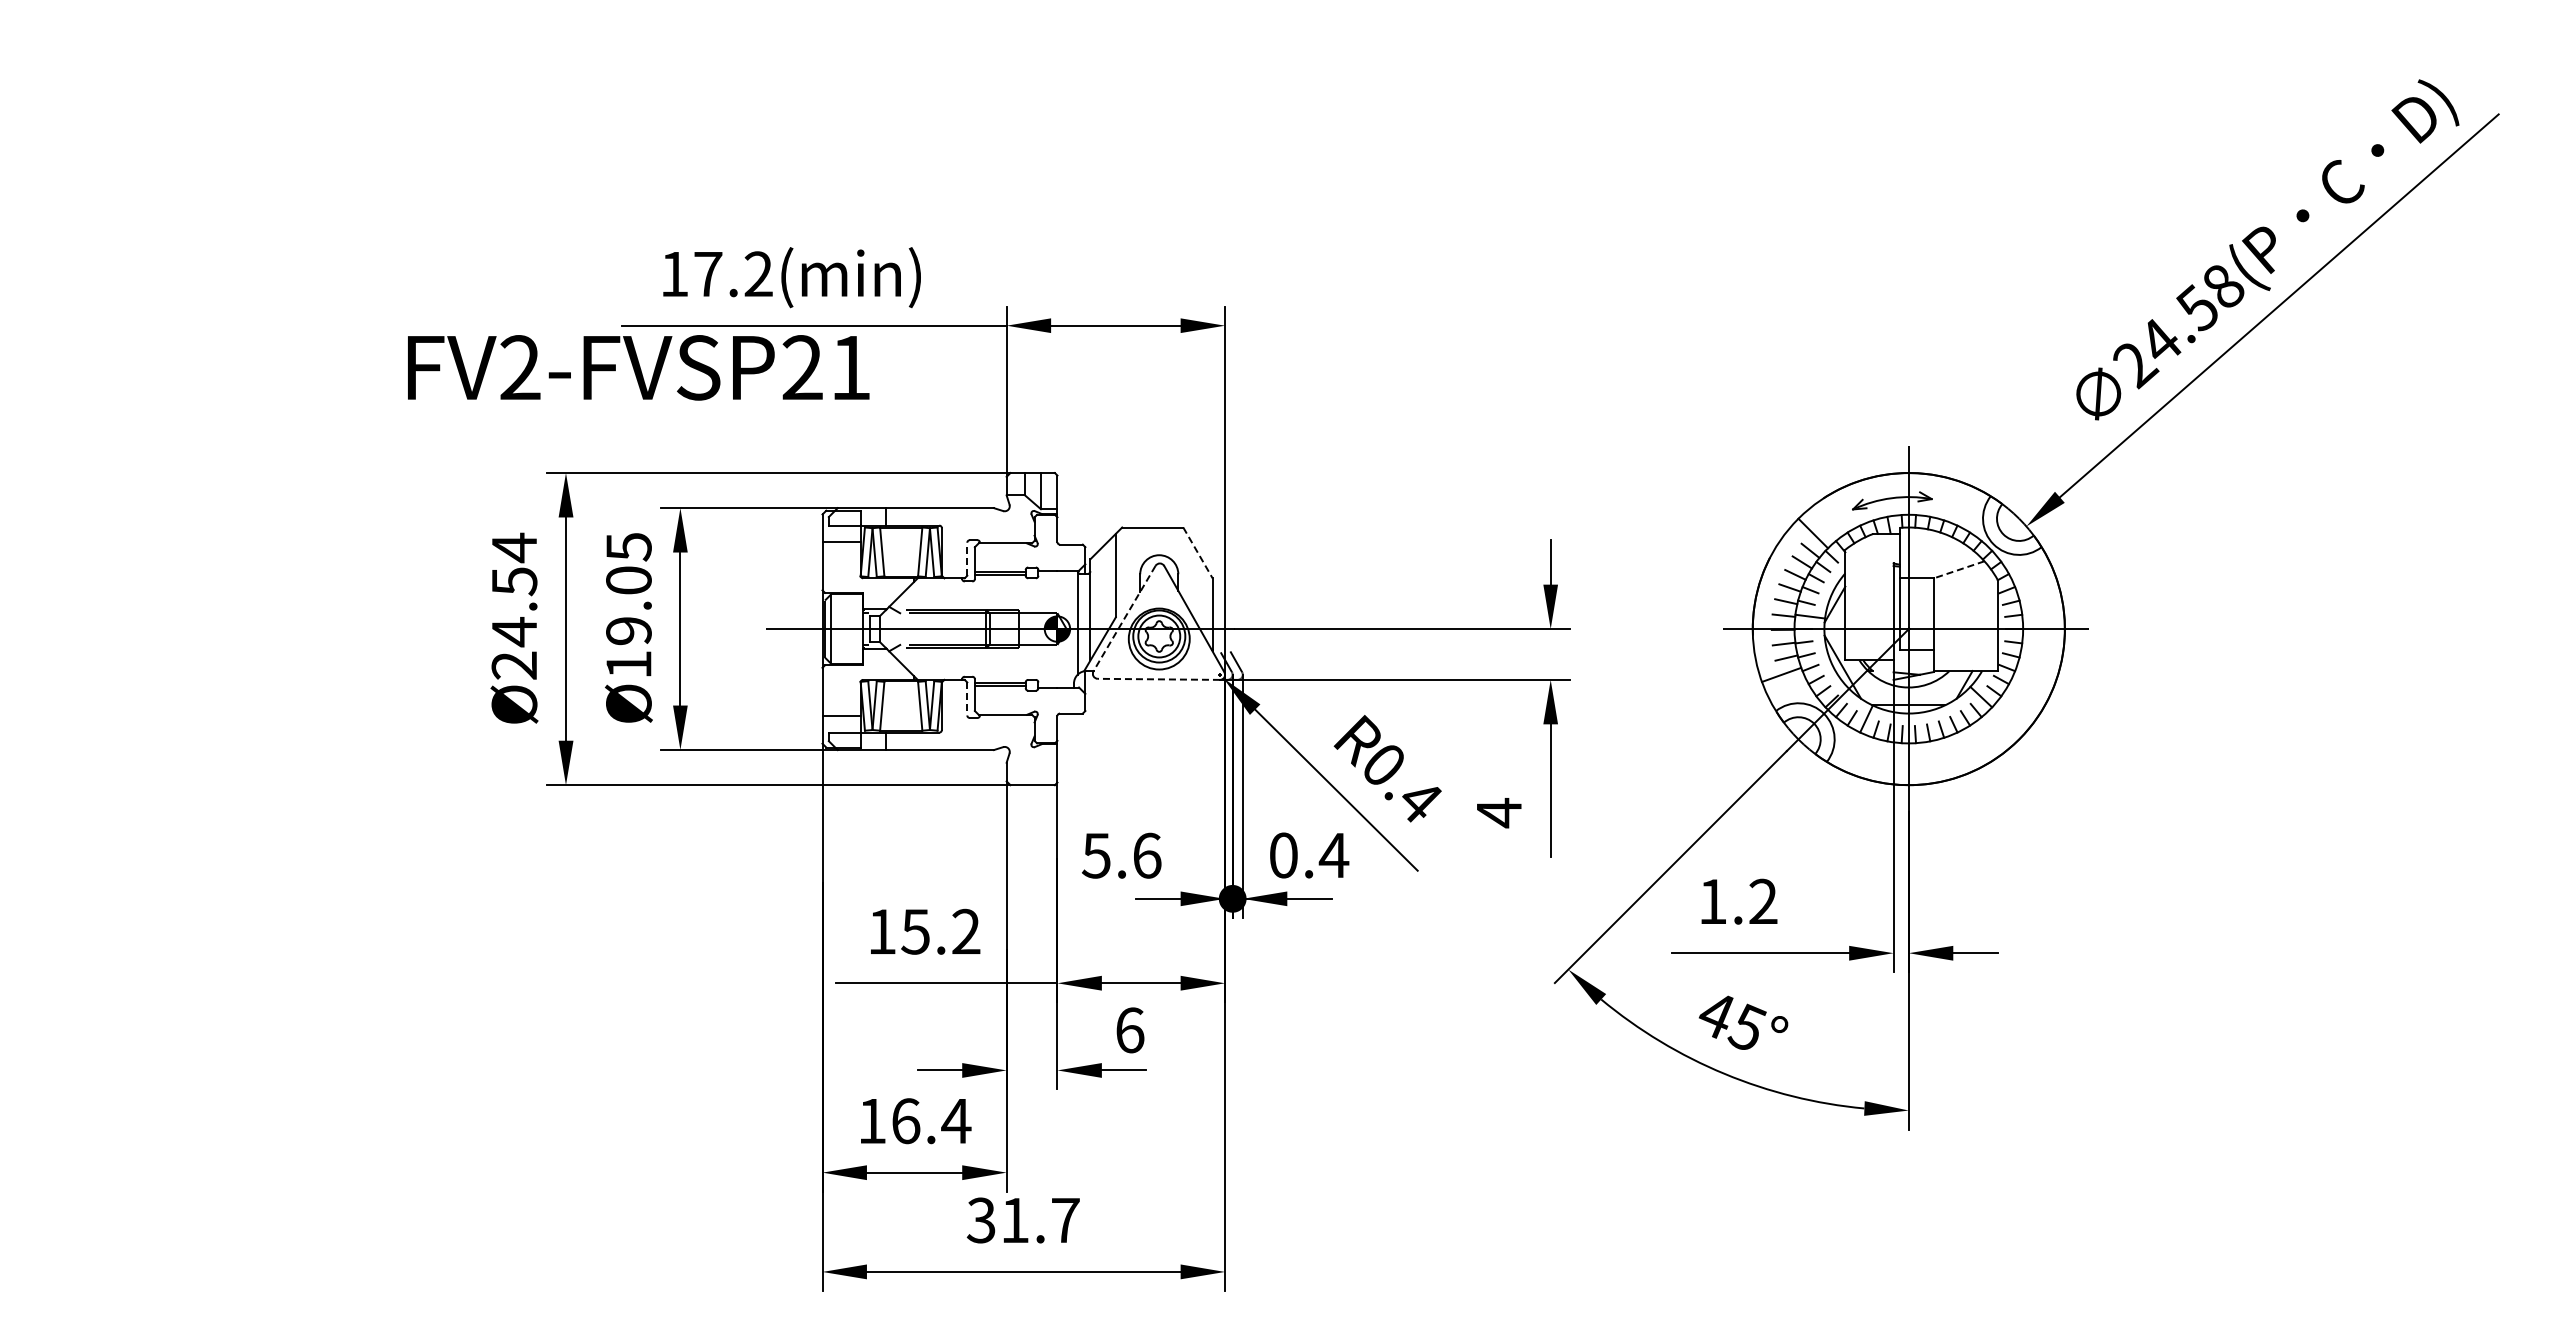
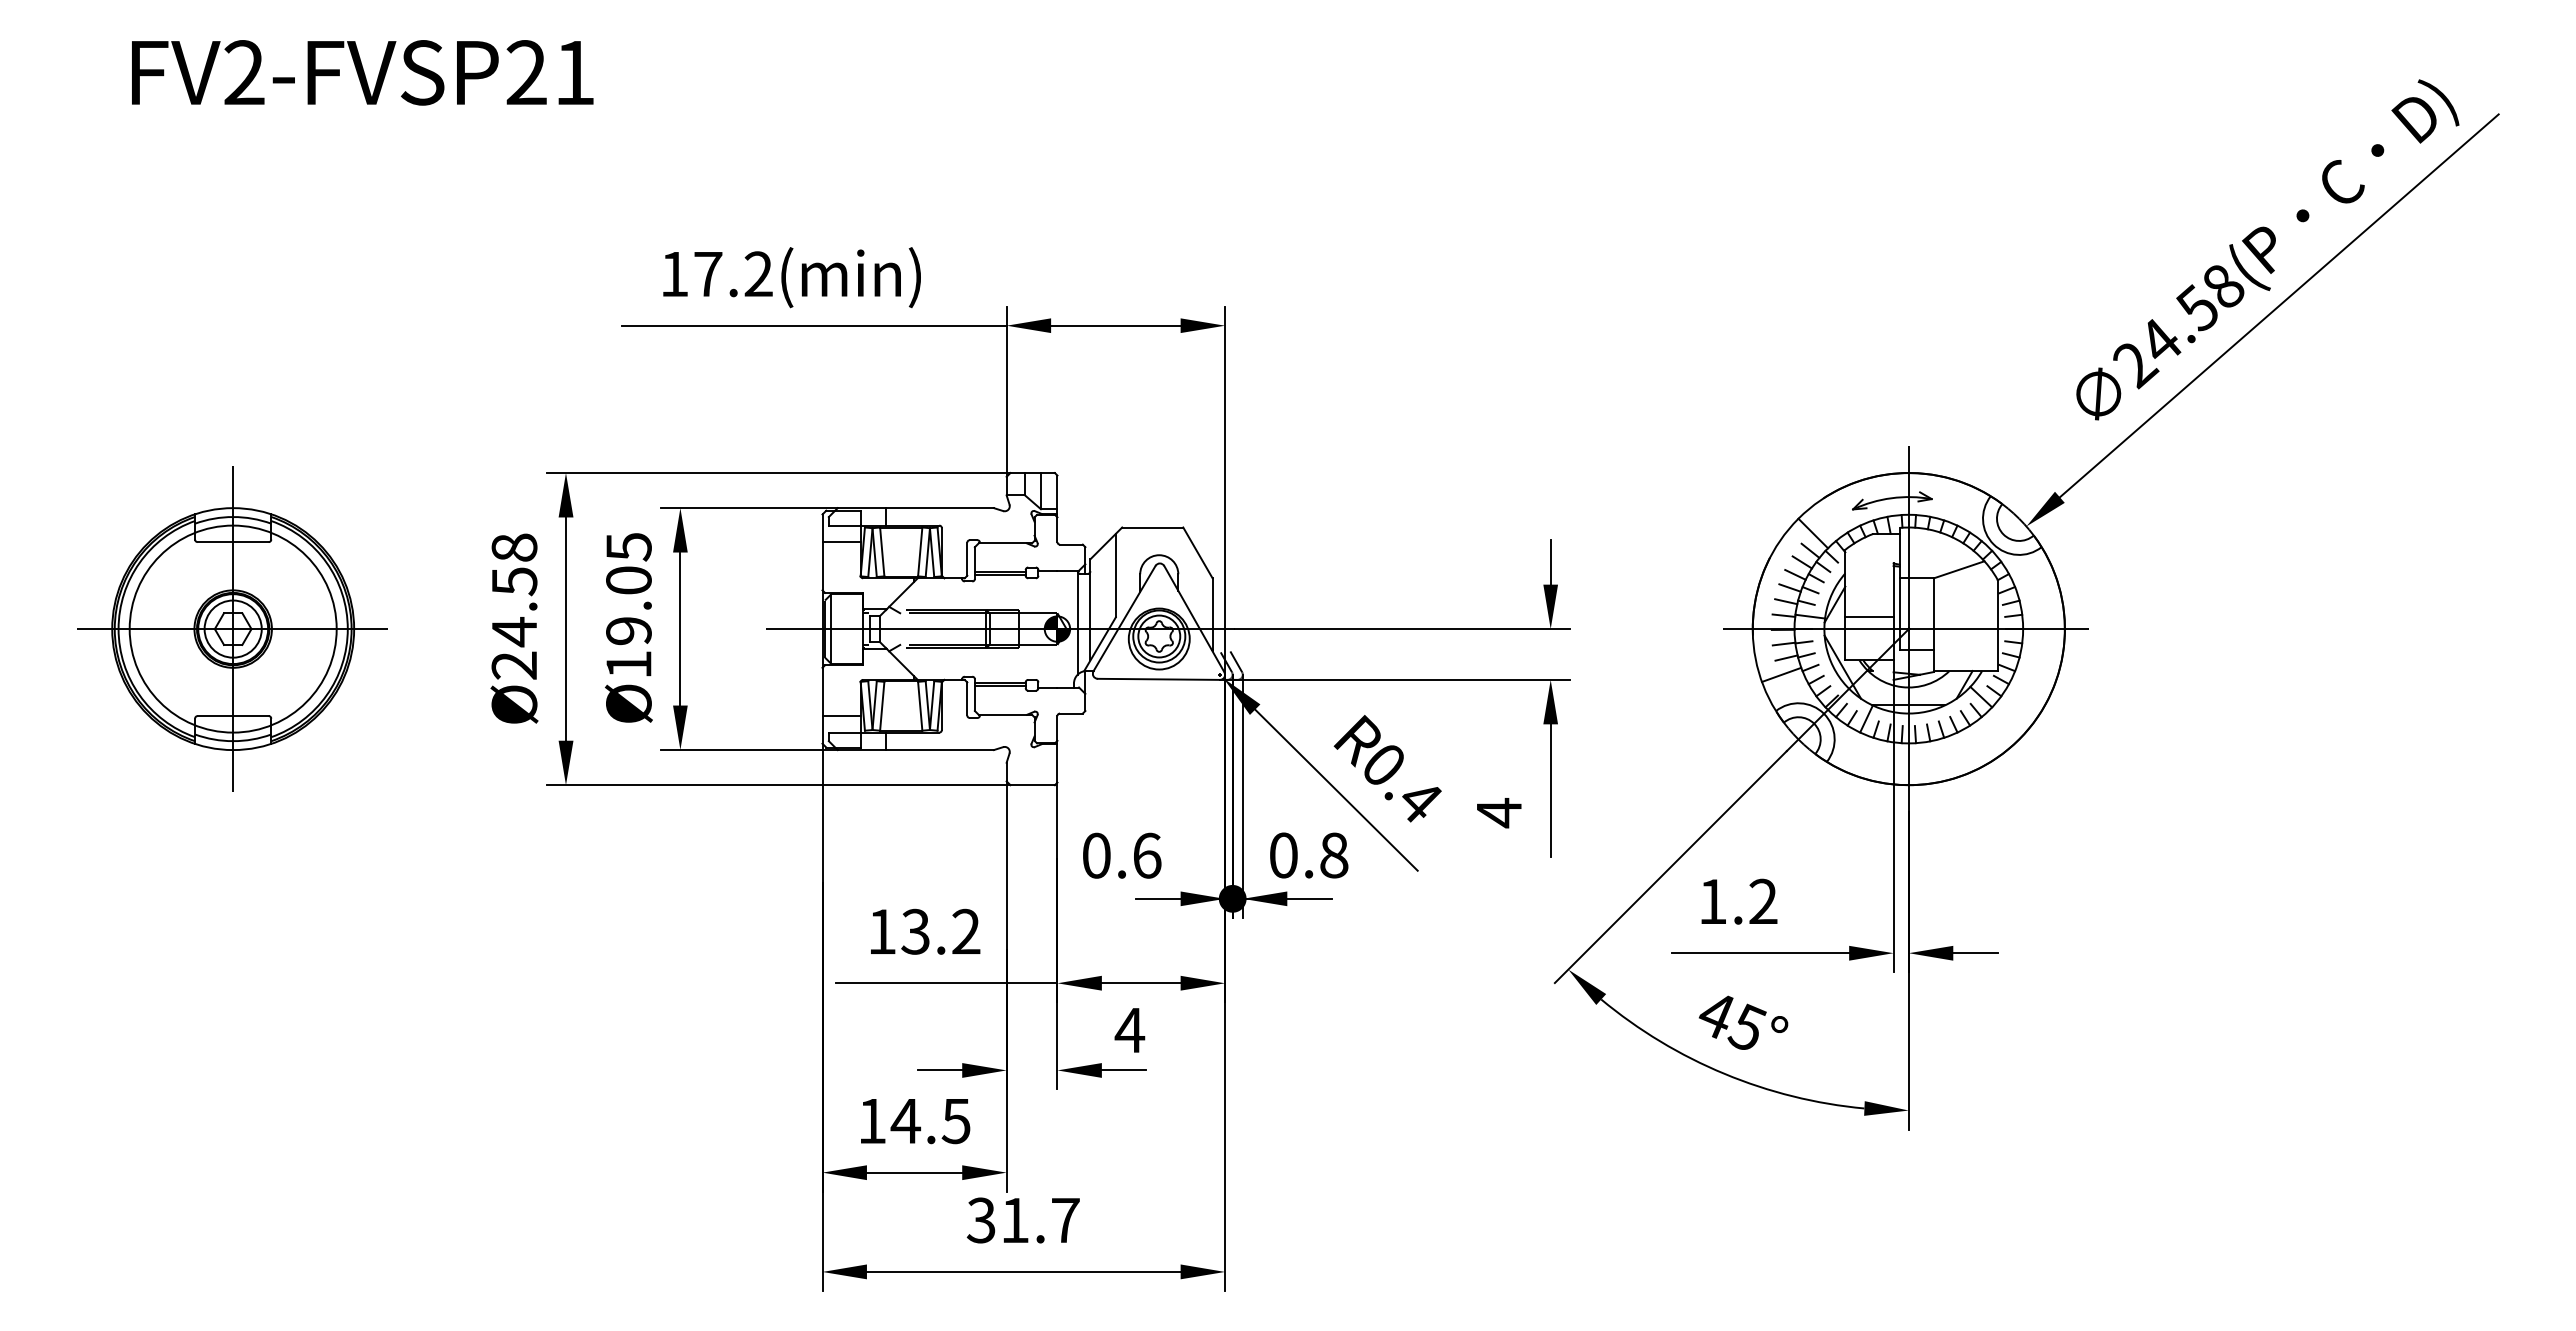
text at (638, 367) position: (638, 367) -> (362, 72)
text at (514, 547): Ø24.54 -> Ø24.58
line at (1198, 553): dashed -> solid
line at (967, 559): dashed -> solid
line at (1959, 569): dashed -> solid
line at (1869, 617): none -> present
line at (1124, 619): dashed -> solid
part at (232, 628): none -> present
line at (1158, 679): dashed -> solid
line at (967, 698): dashed -> solid
text at (1095, 855): 5.6 -> 0.6
text at (1333, 855): 0.4 -> 0.8
text at (915, 931): 15.2 -> 13.2
text at (1129, 1030): 6 -> 4
text at (930, 1121): 16.4 -> 14.5
